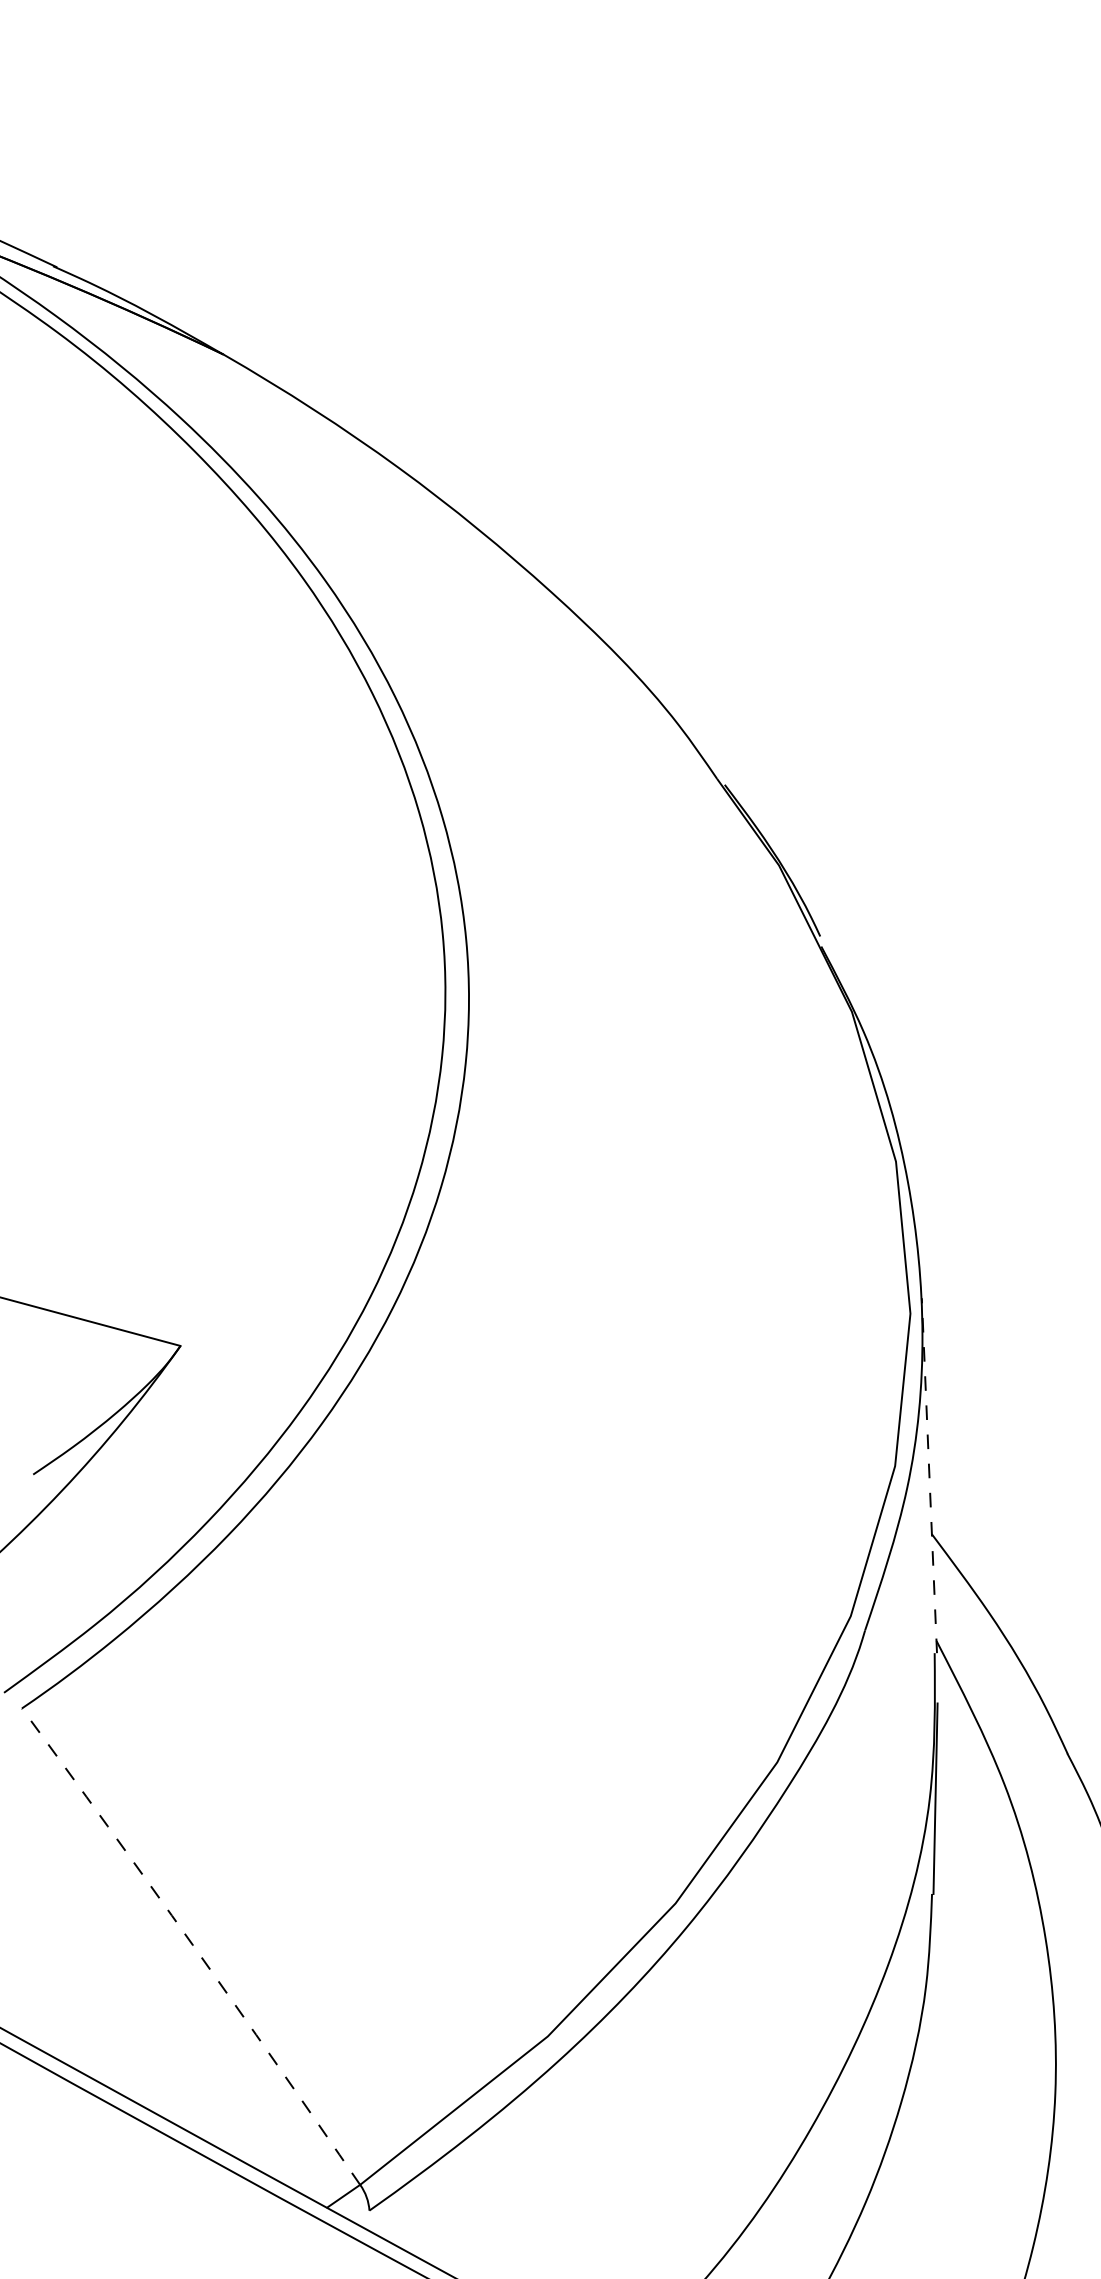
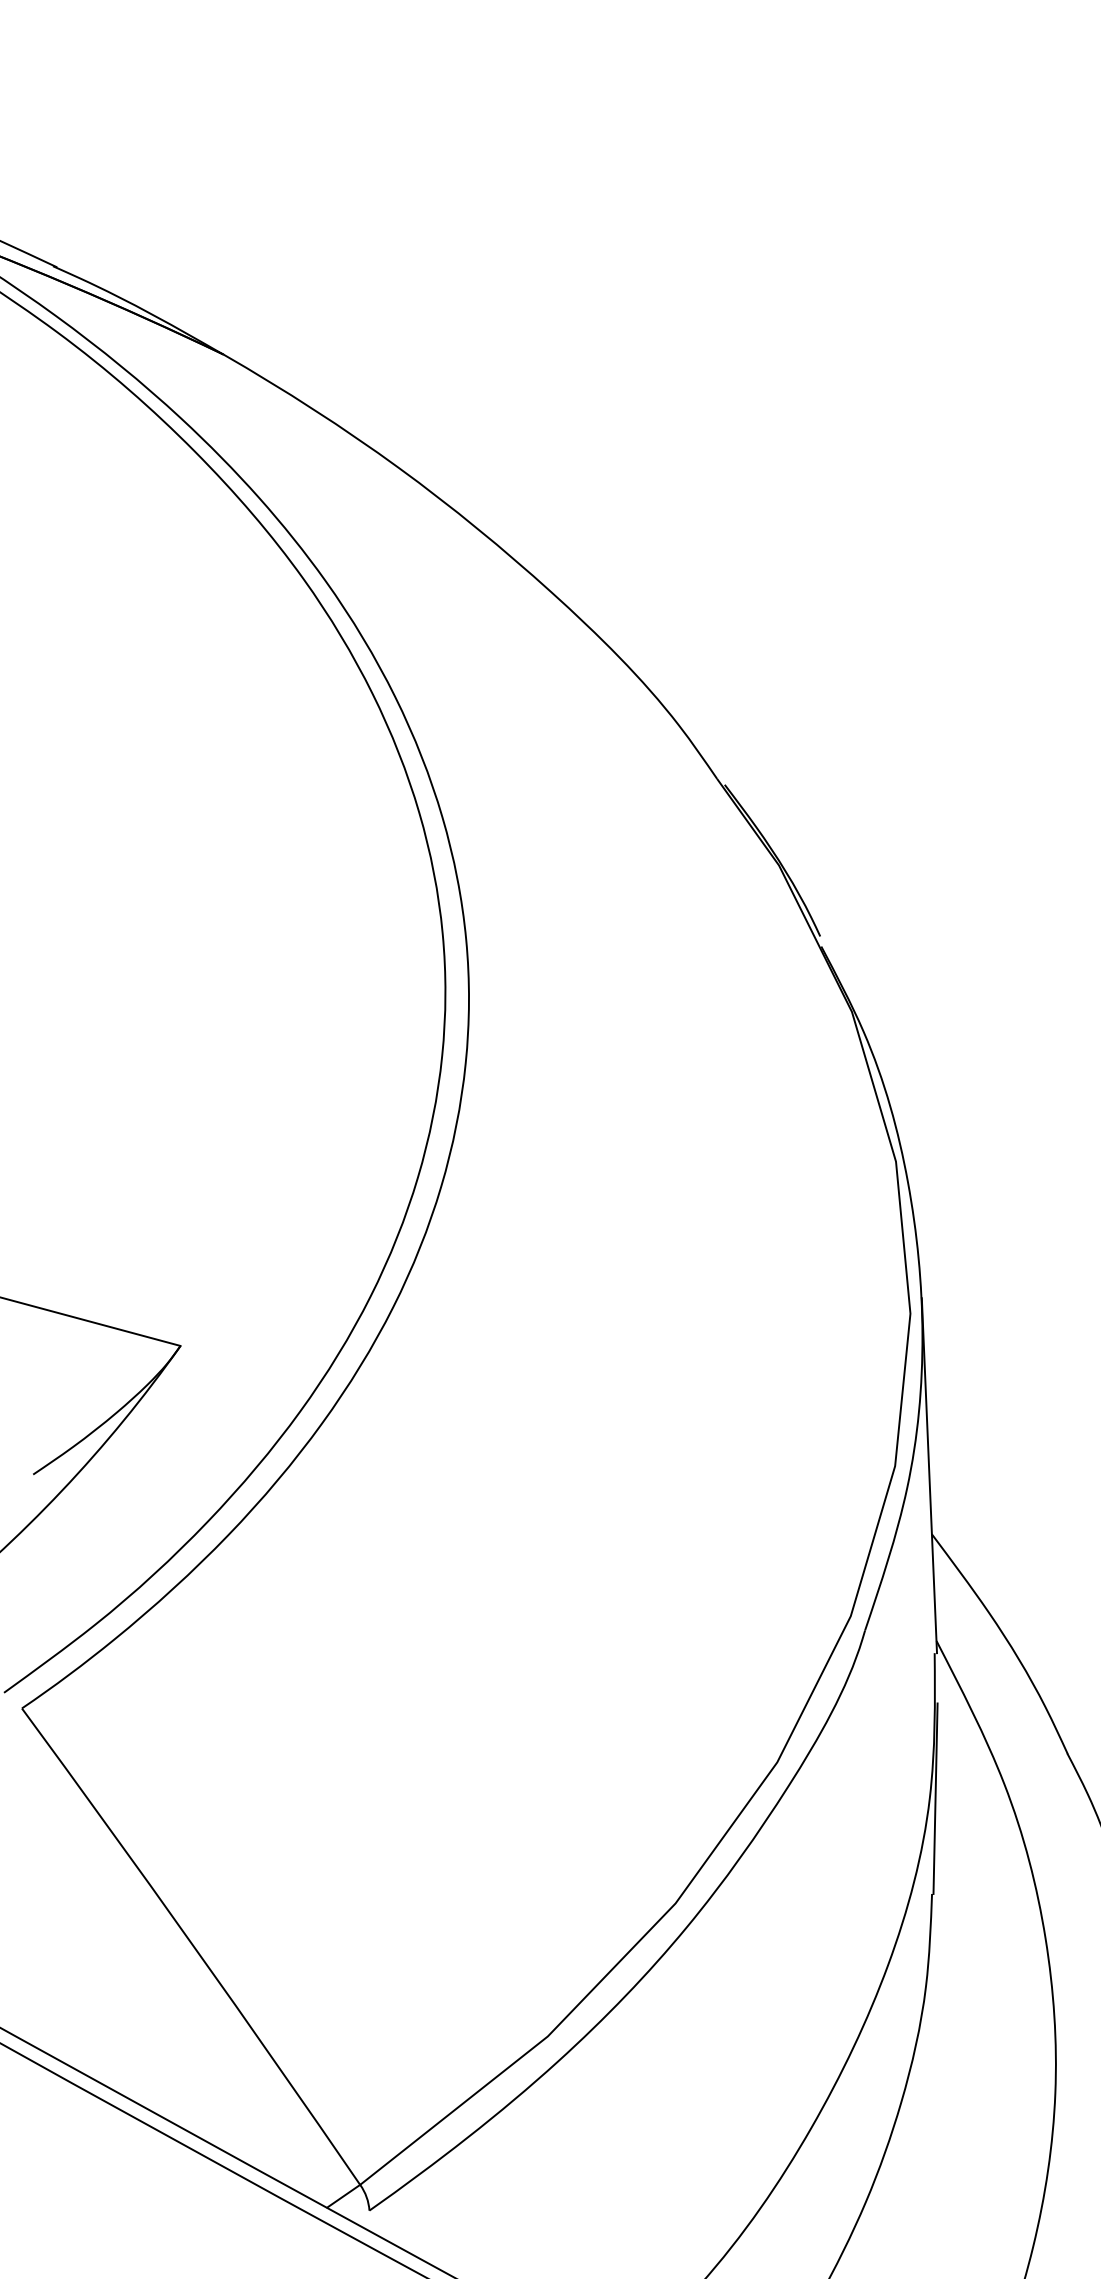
line at (929, 1475): dashed -> solid
arc at (193, 1945): dashed -> solid
